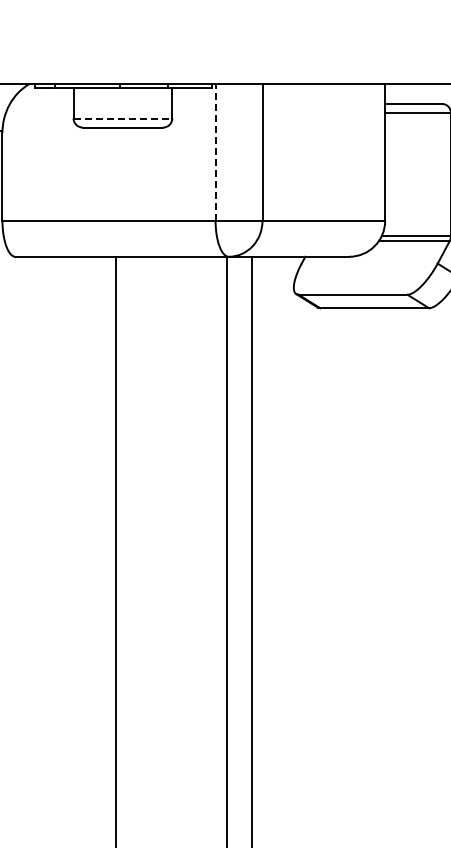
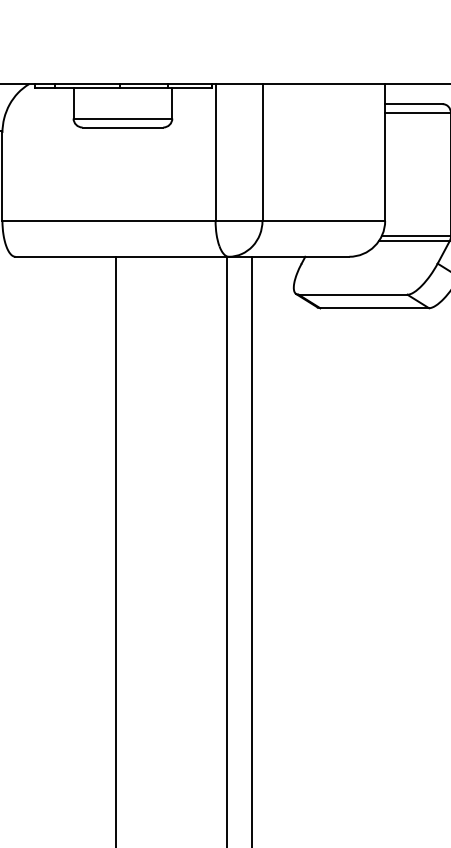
line at (123, 118): dashed -> solid
line at (215, 152): dashed -> solid
